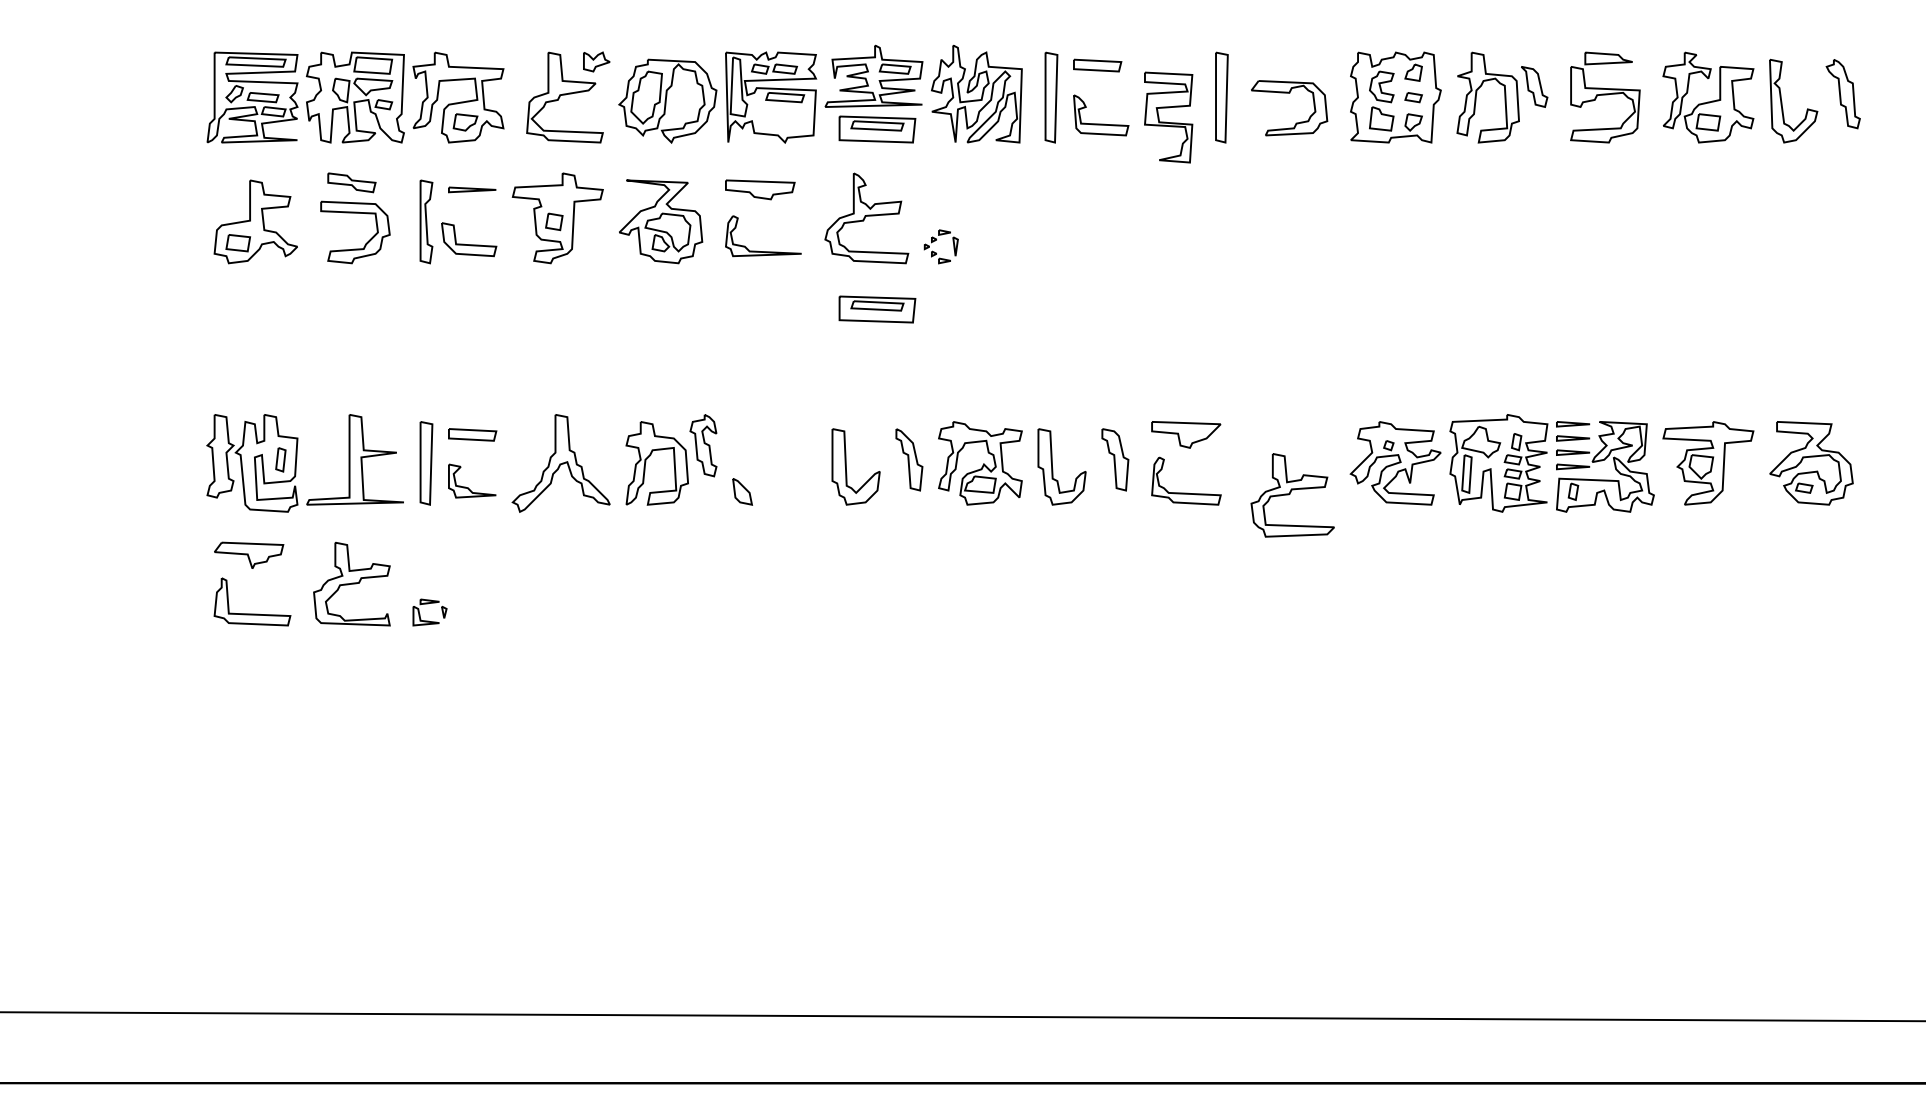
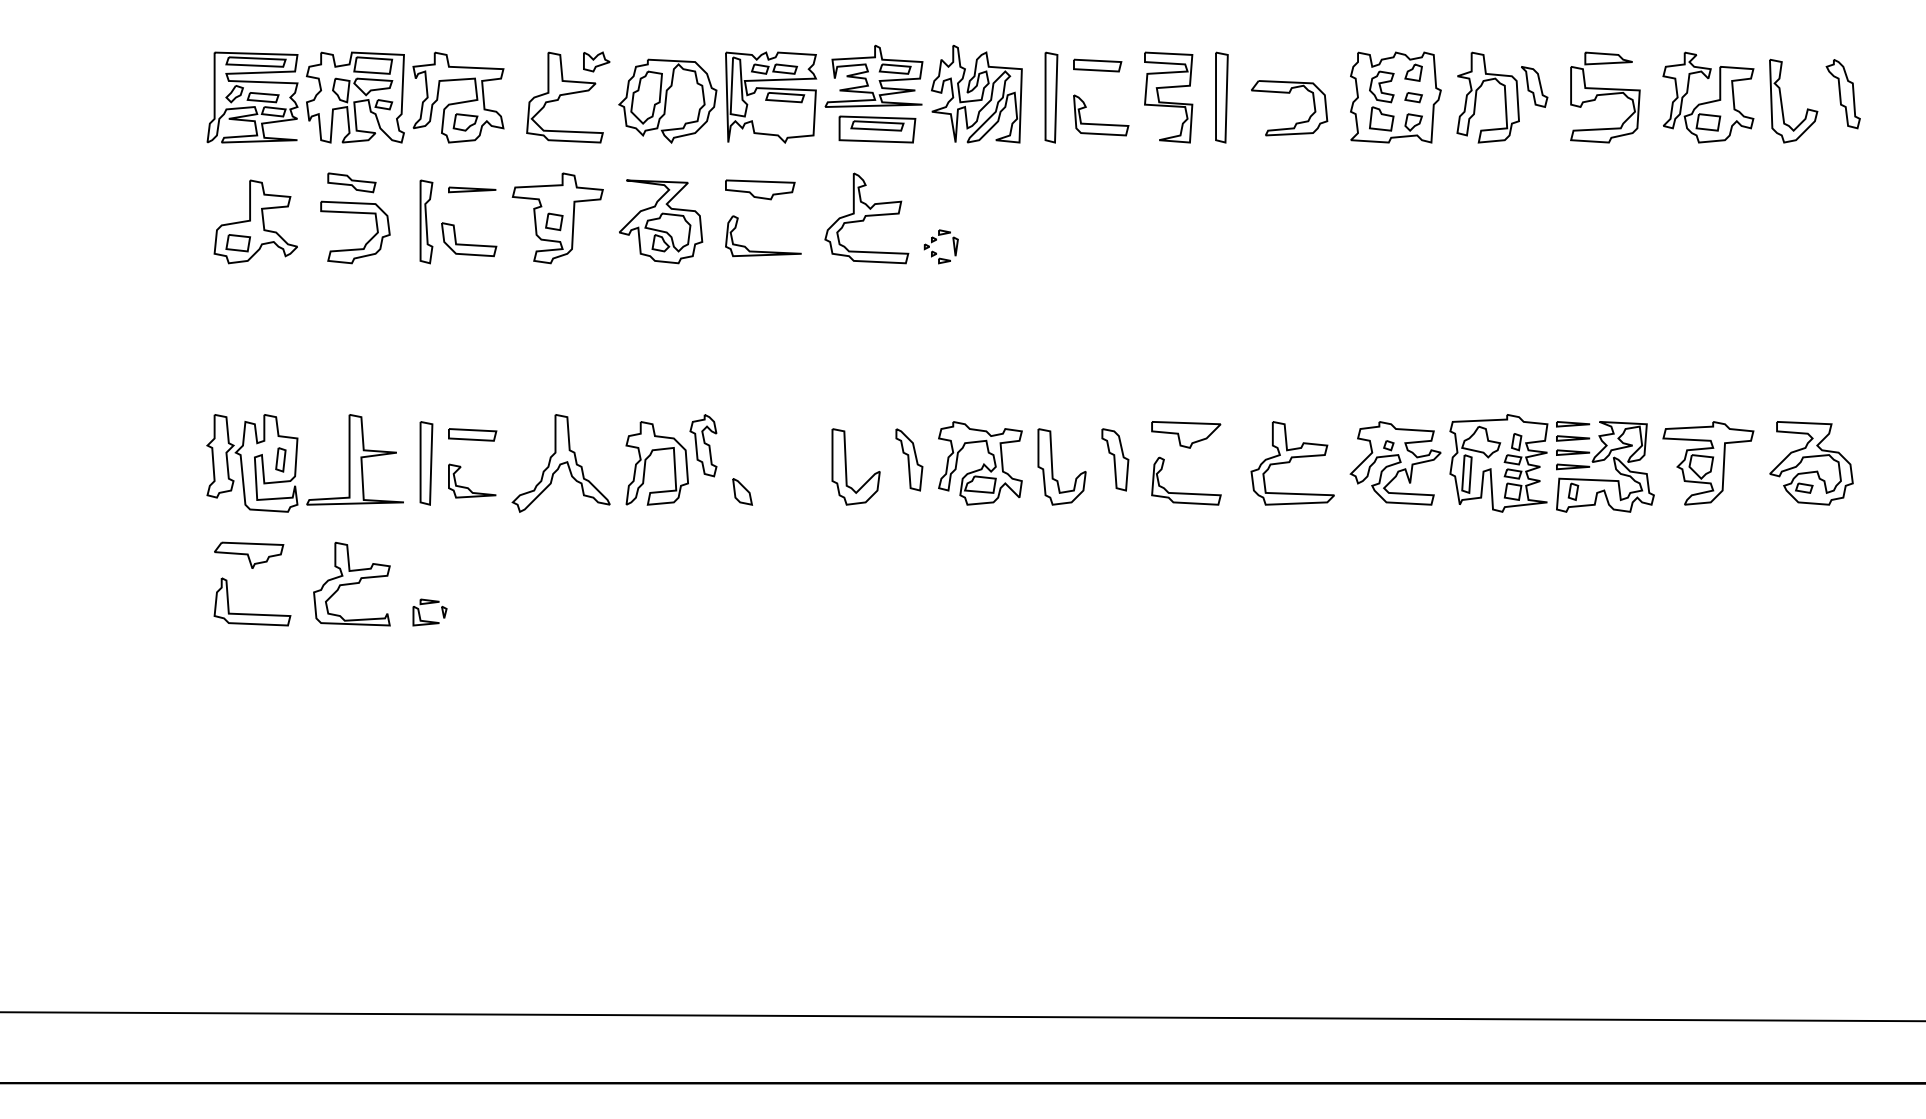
part at (1168, 117) position: (1168, 117) -> (1168, 97)
part at (877, 309): present -> none
part at (1292, 495) position: (1292, 495) -> (1292, 463)
